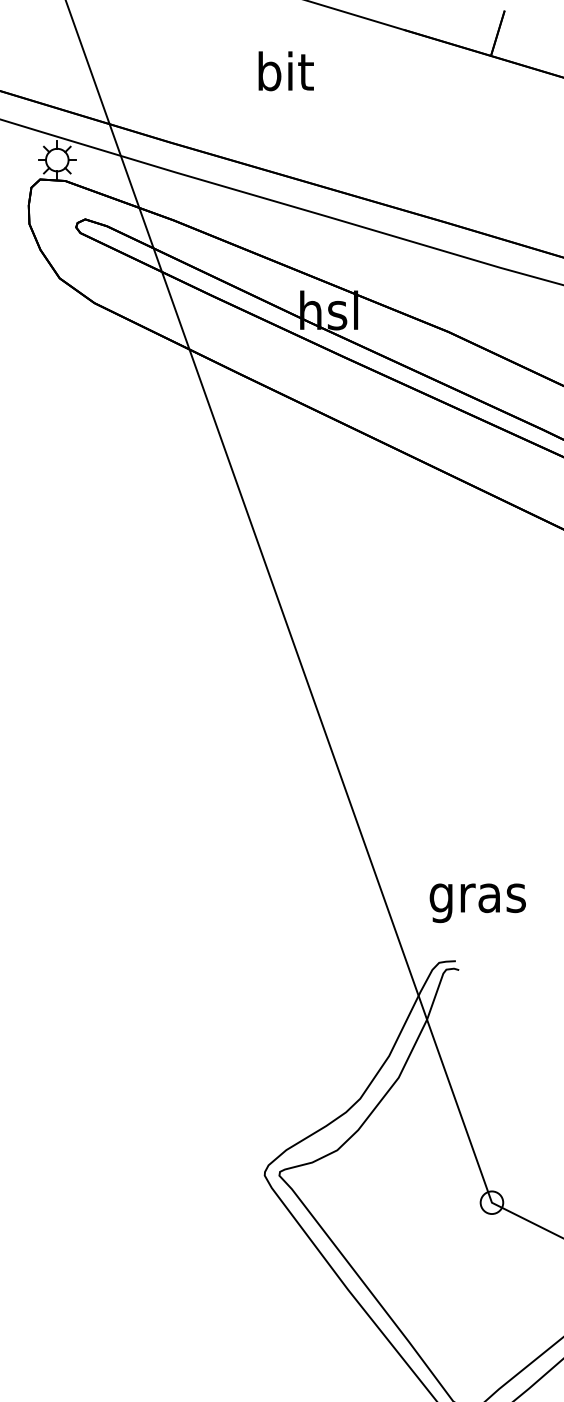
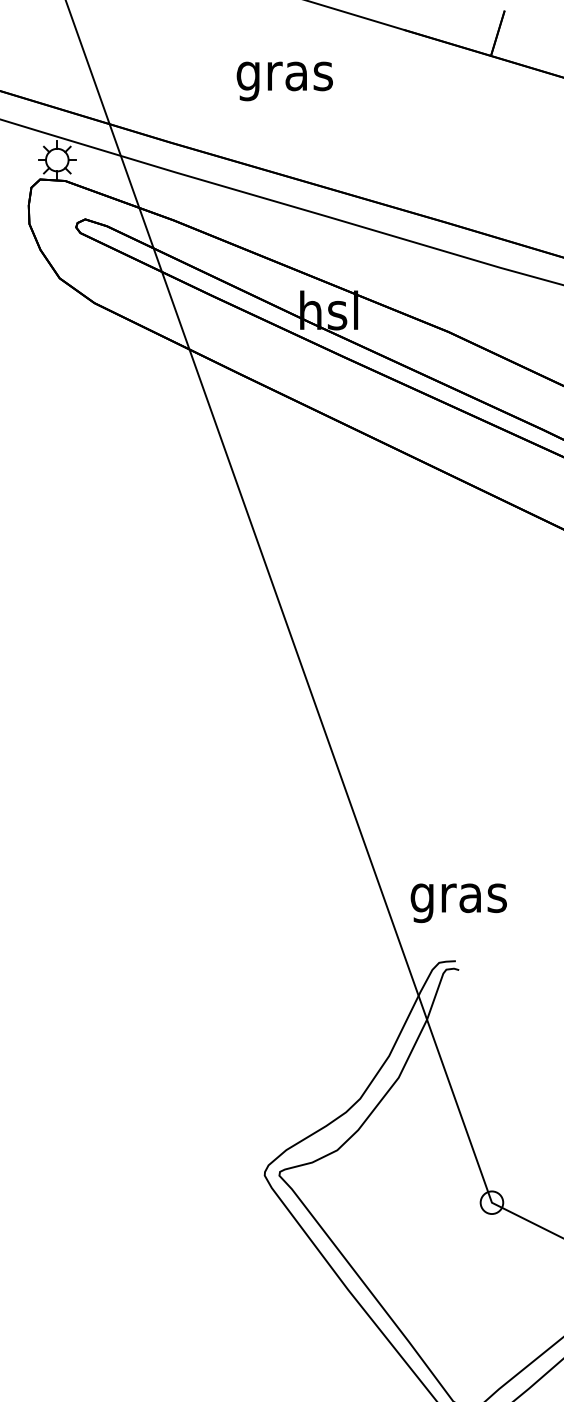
text at (284, 76): bit -> gras
text at (477, 903) position: (477, 903) -> (458, 903)
